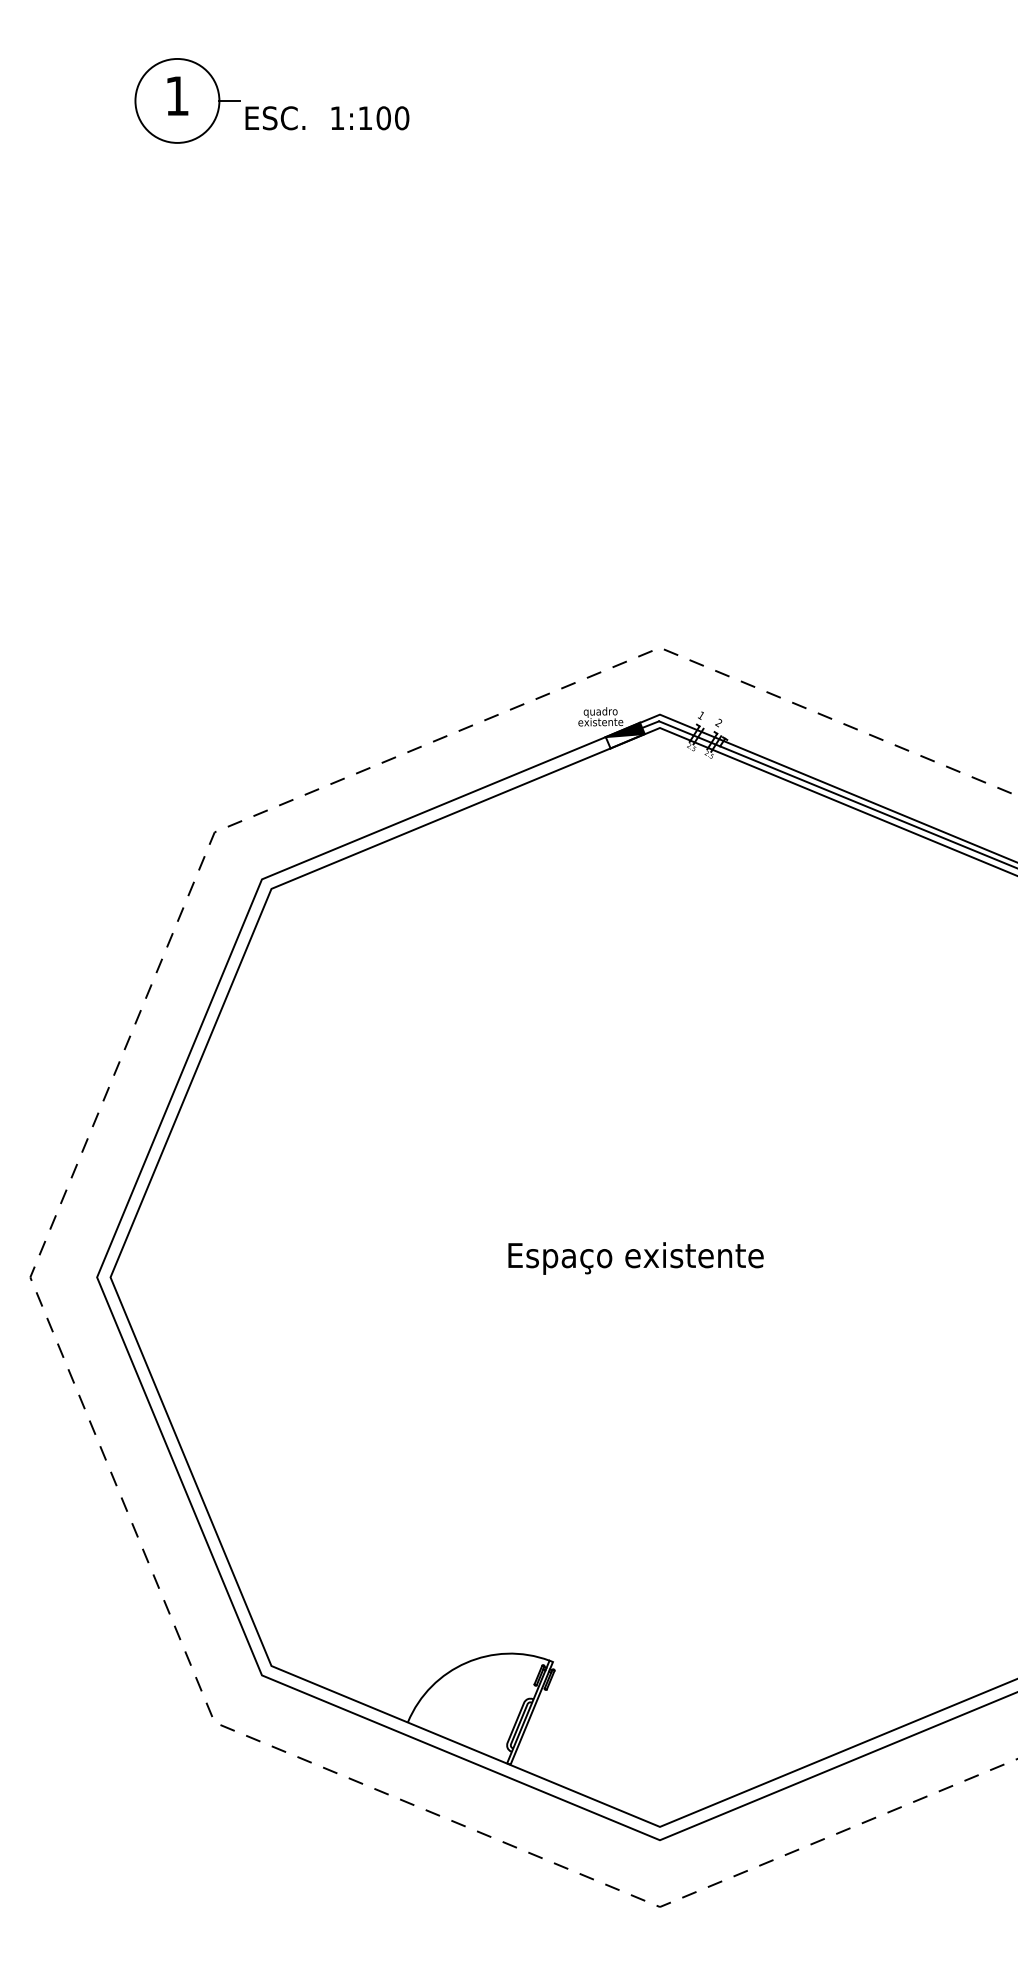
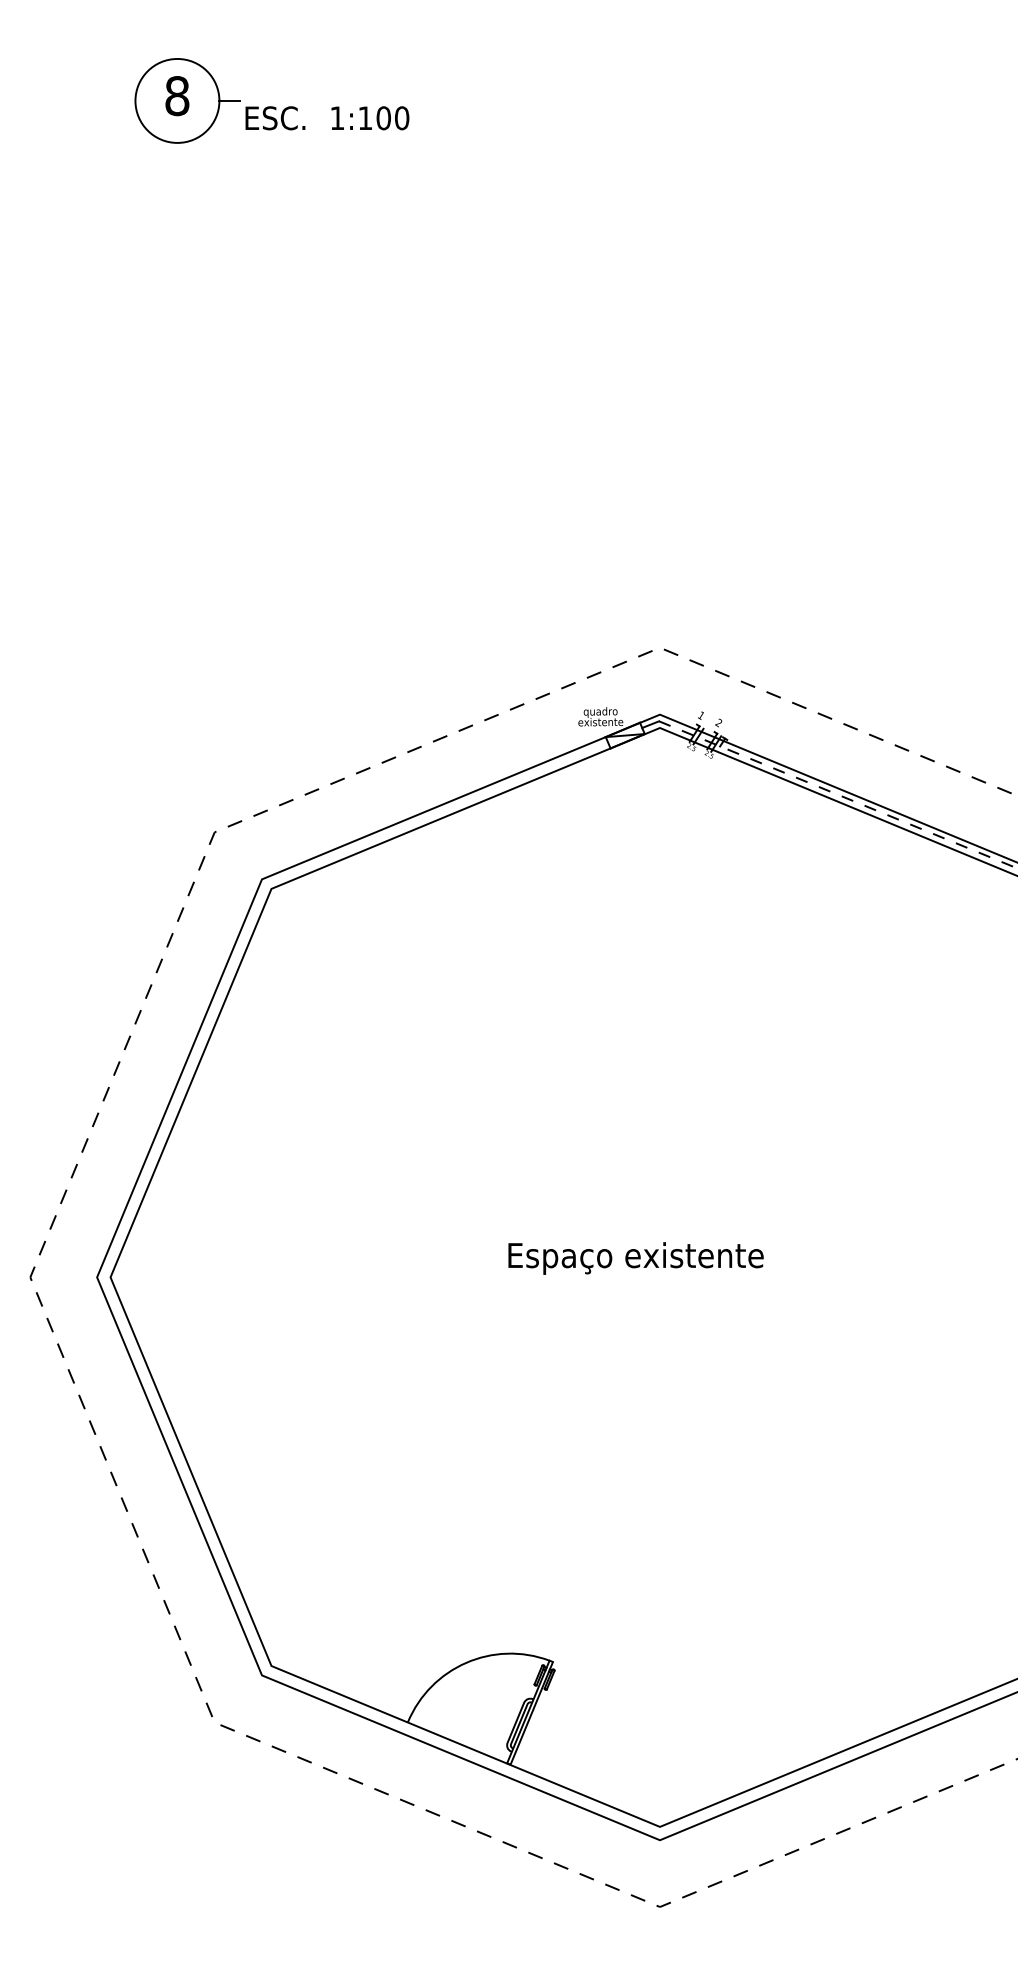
text at (177, 96): 1 -> 8
fill at (624, 729): present -> none
line at (838, 794): solid -> dashed
